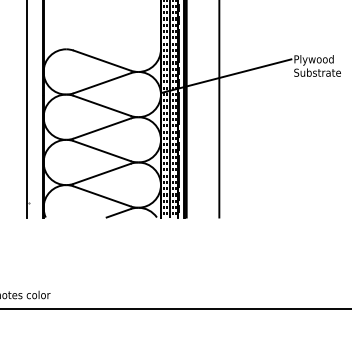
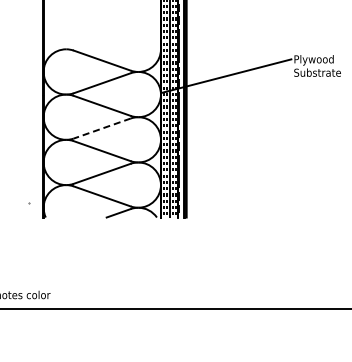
line at (26, 109): present -> none
line at (219, 109): present -> none
line at (101, 128): solid -> dashed
